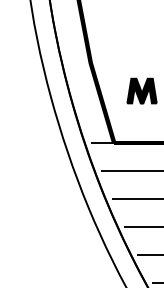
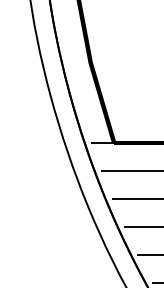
part at (141, 90): present -> none
